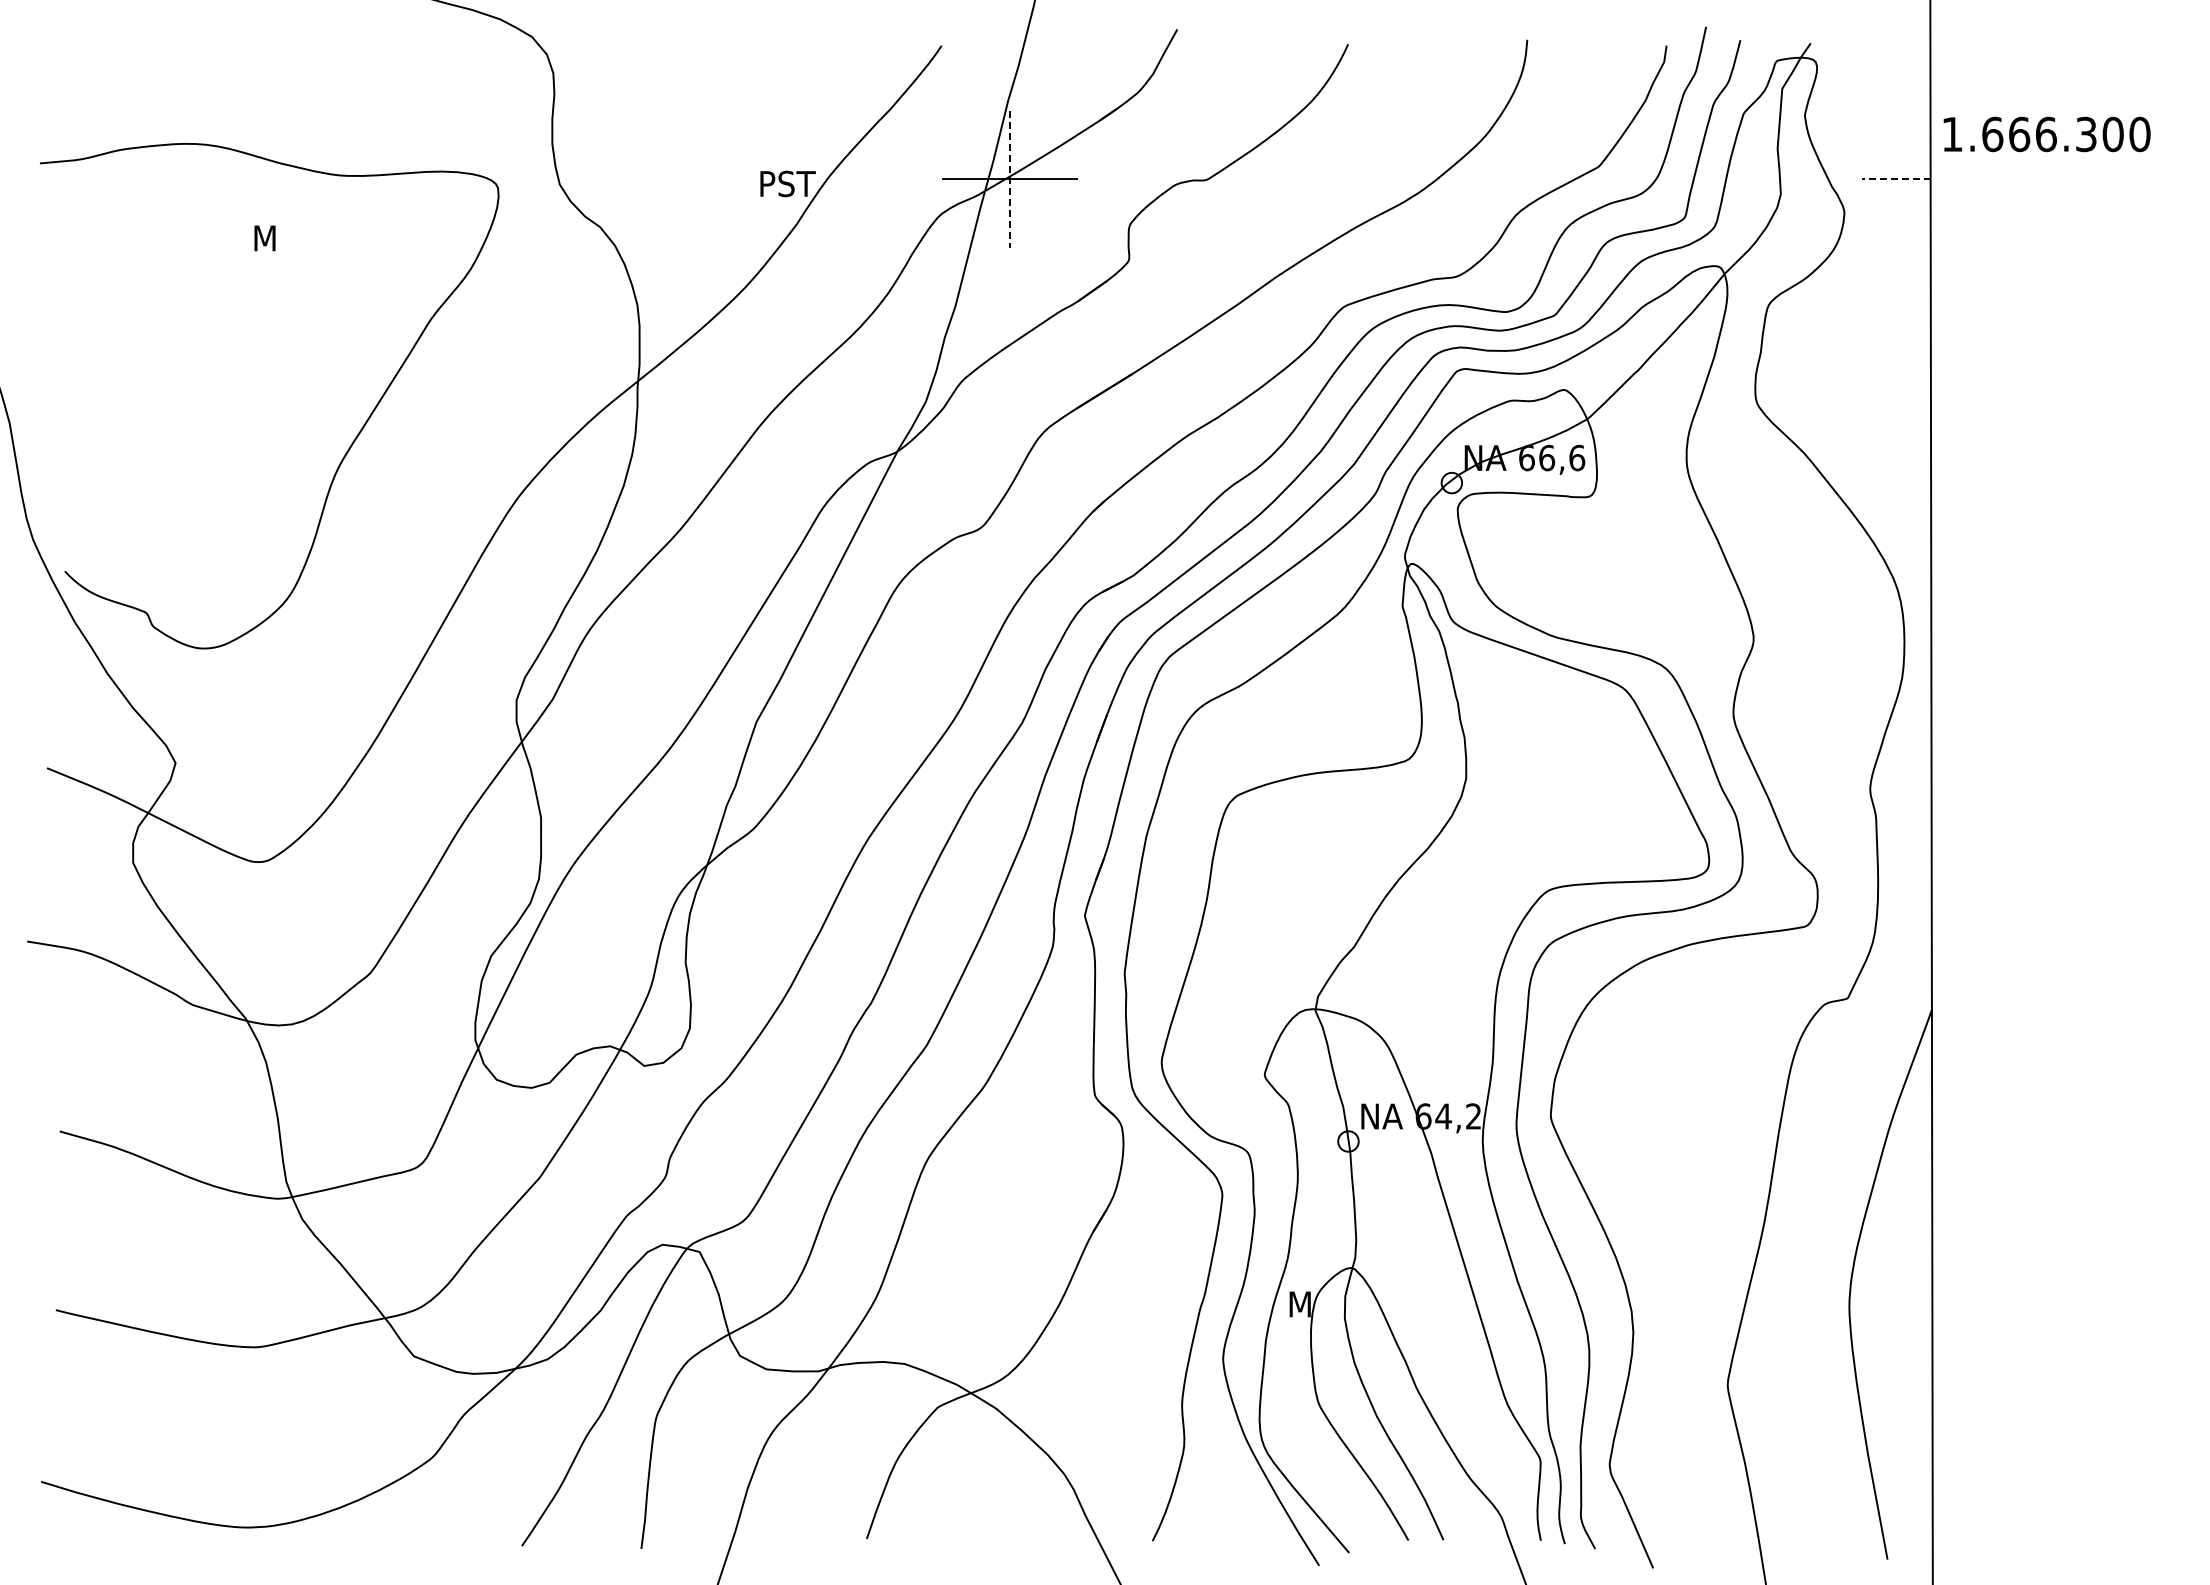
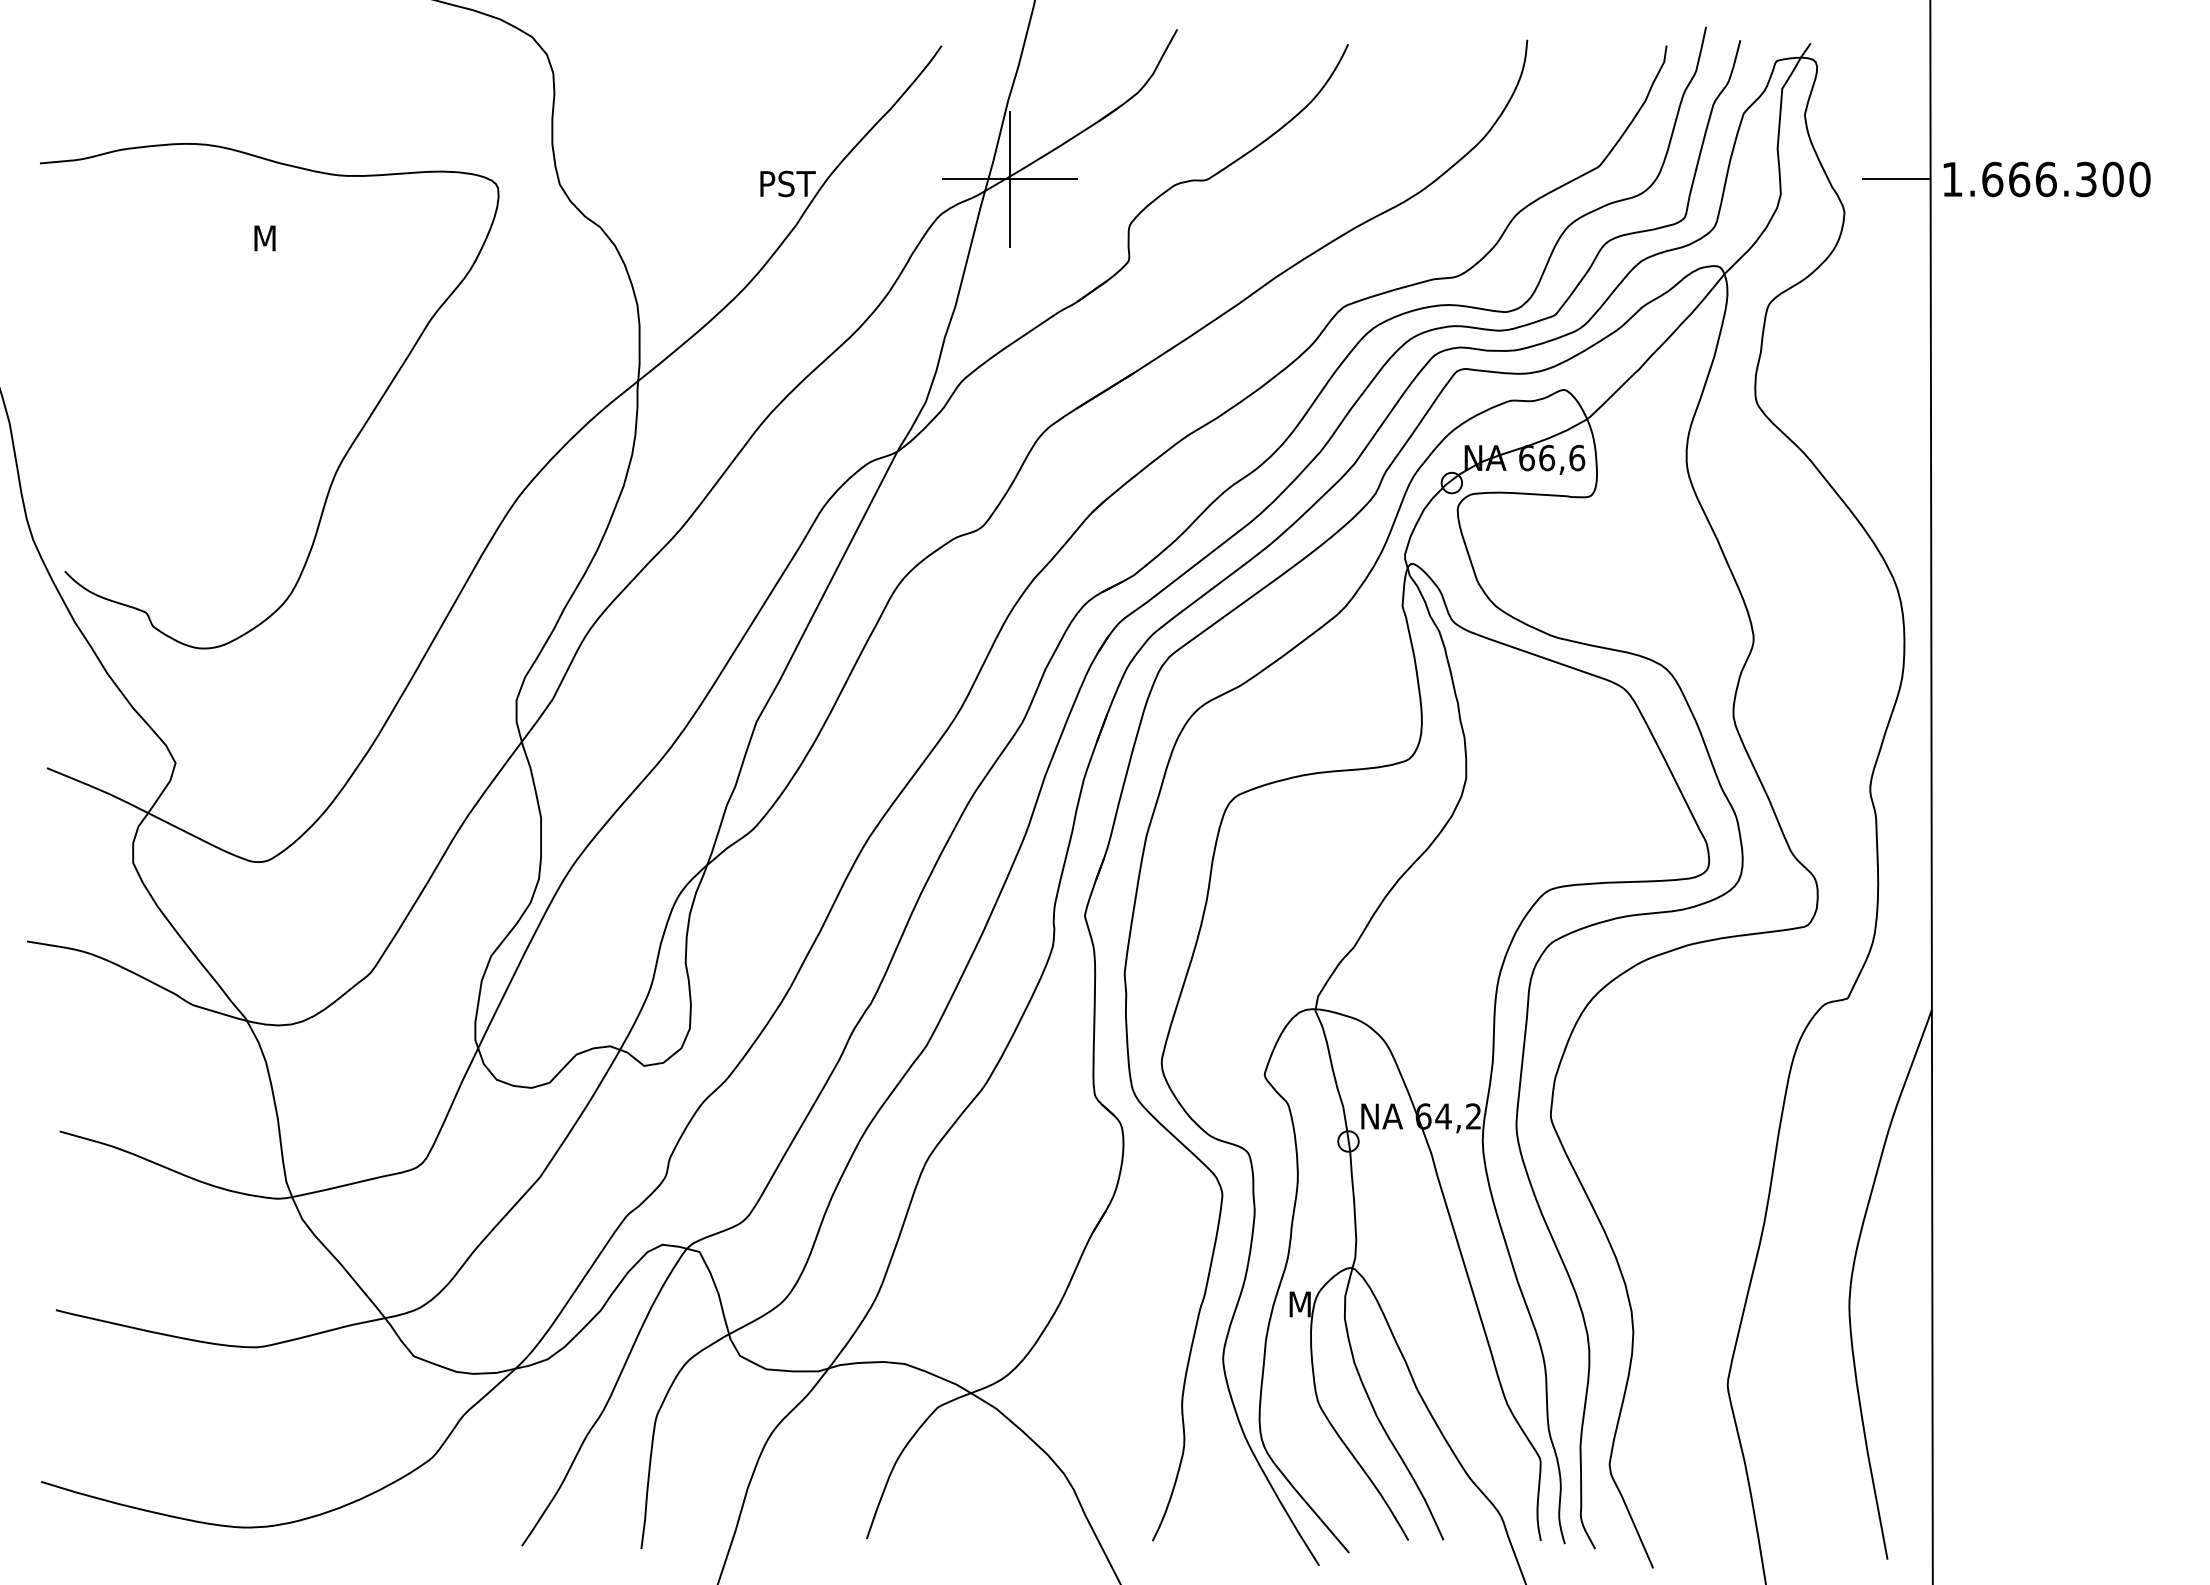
text at (2046, 134) position: (2046, 134) -> (2046, 179)
line at (1010, 179): dashed -> solid
line at (1895, 179): dashed -> solid
